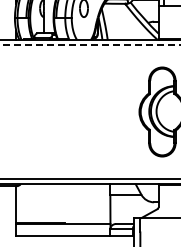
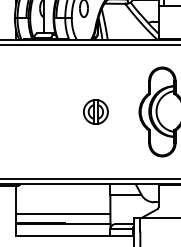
line at (90, 44): dashed -> solid
part at (95, 111): none -> present
line at (63, 214): none -> present
